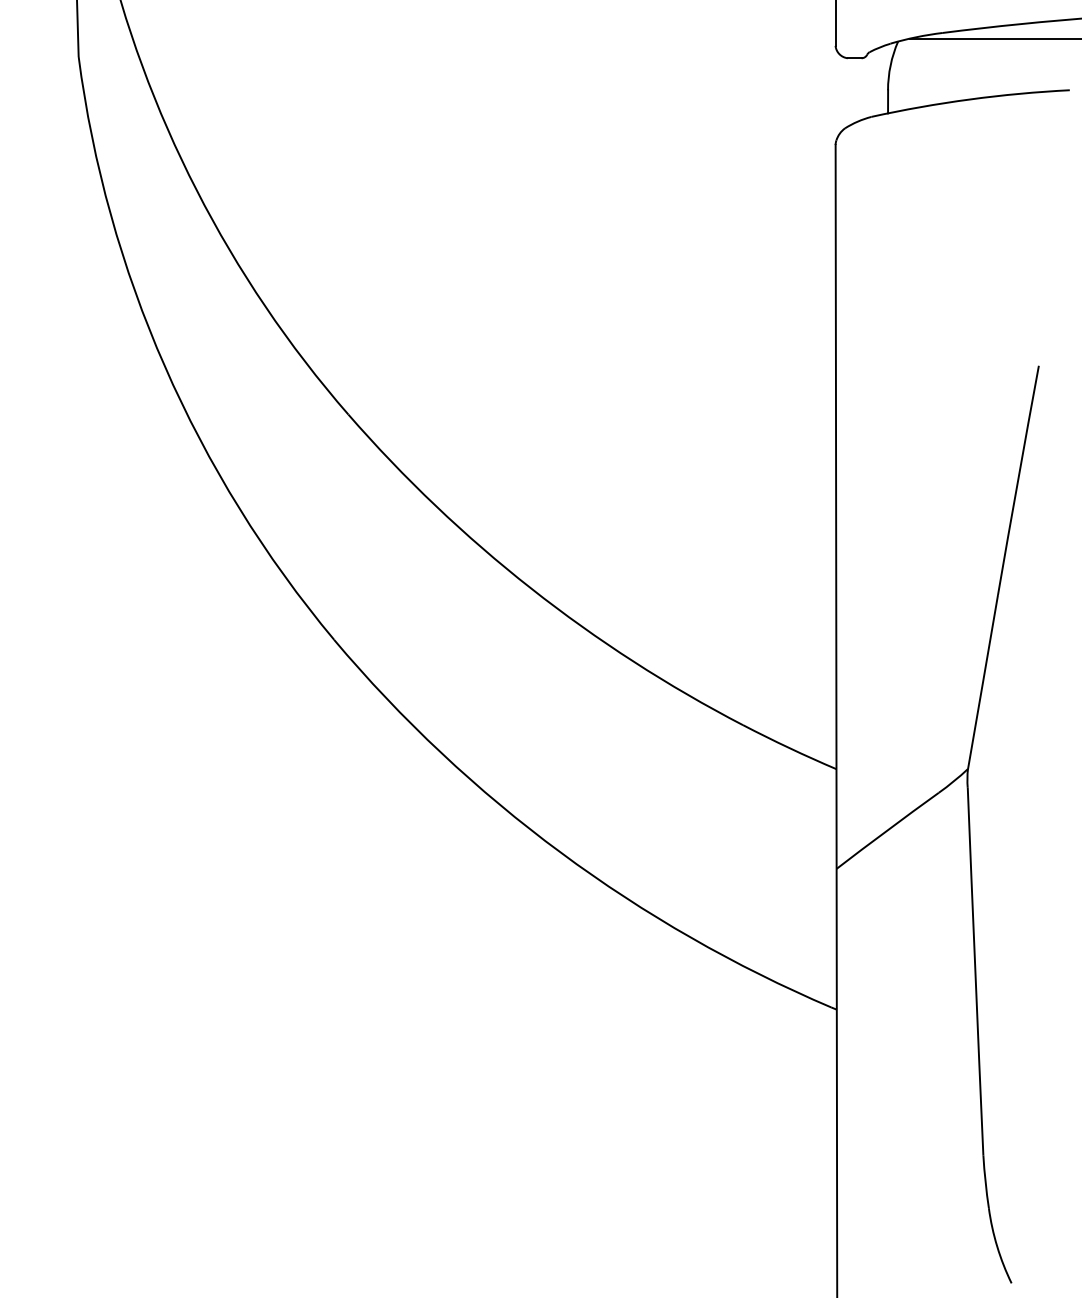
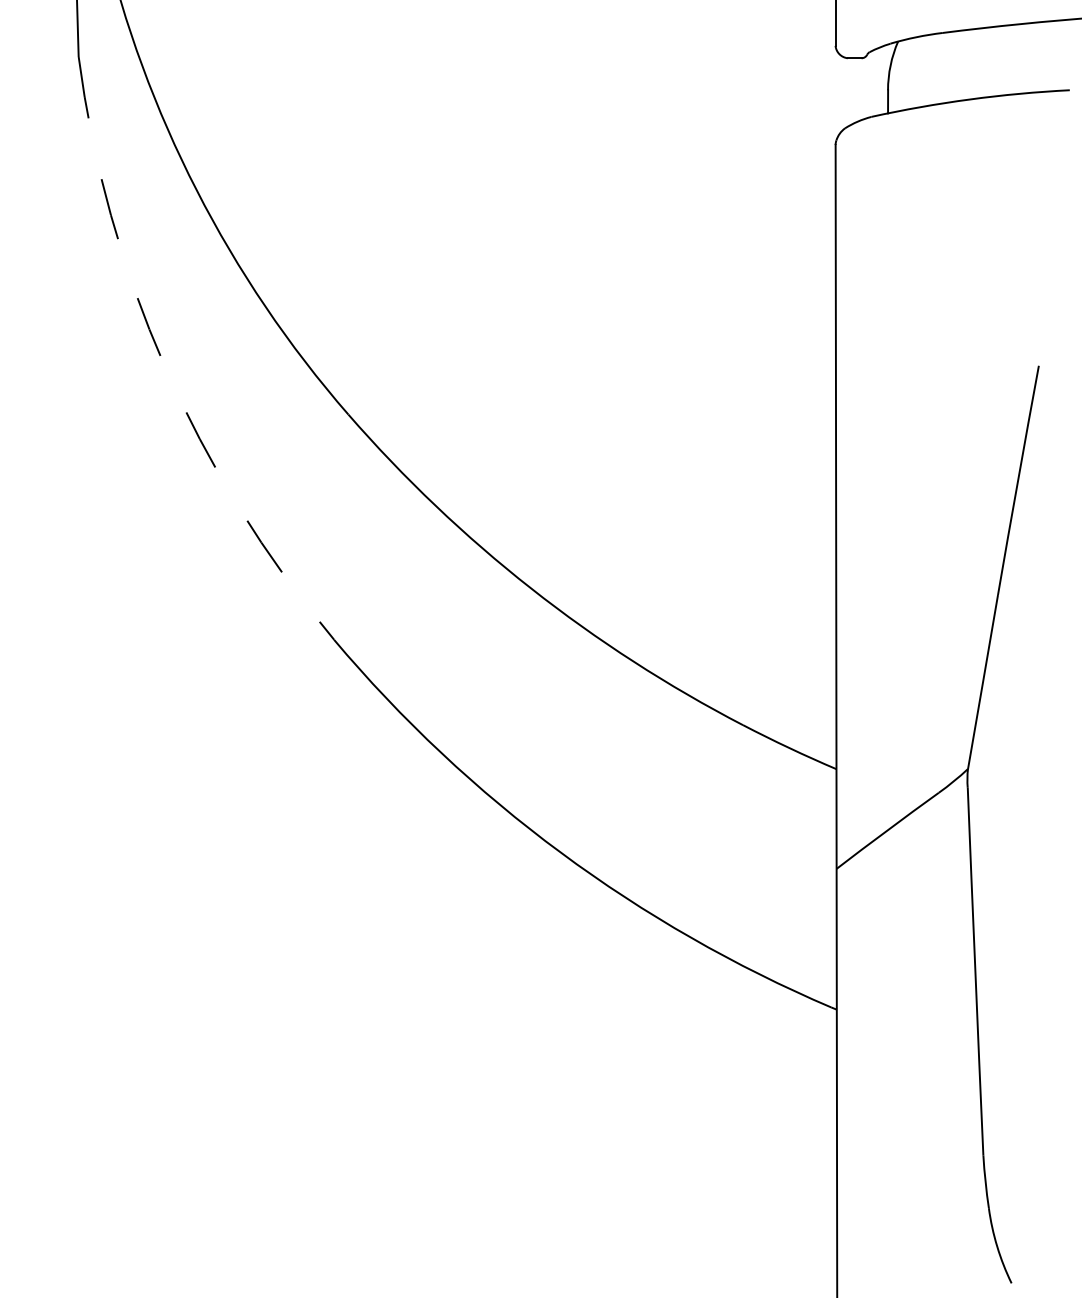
line at (993, 38): present -> none
arc at (164, 366): solid -> dashed
